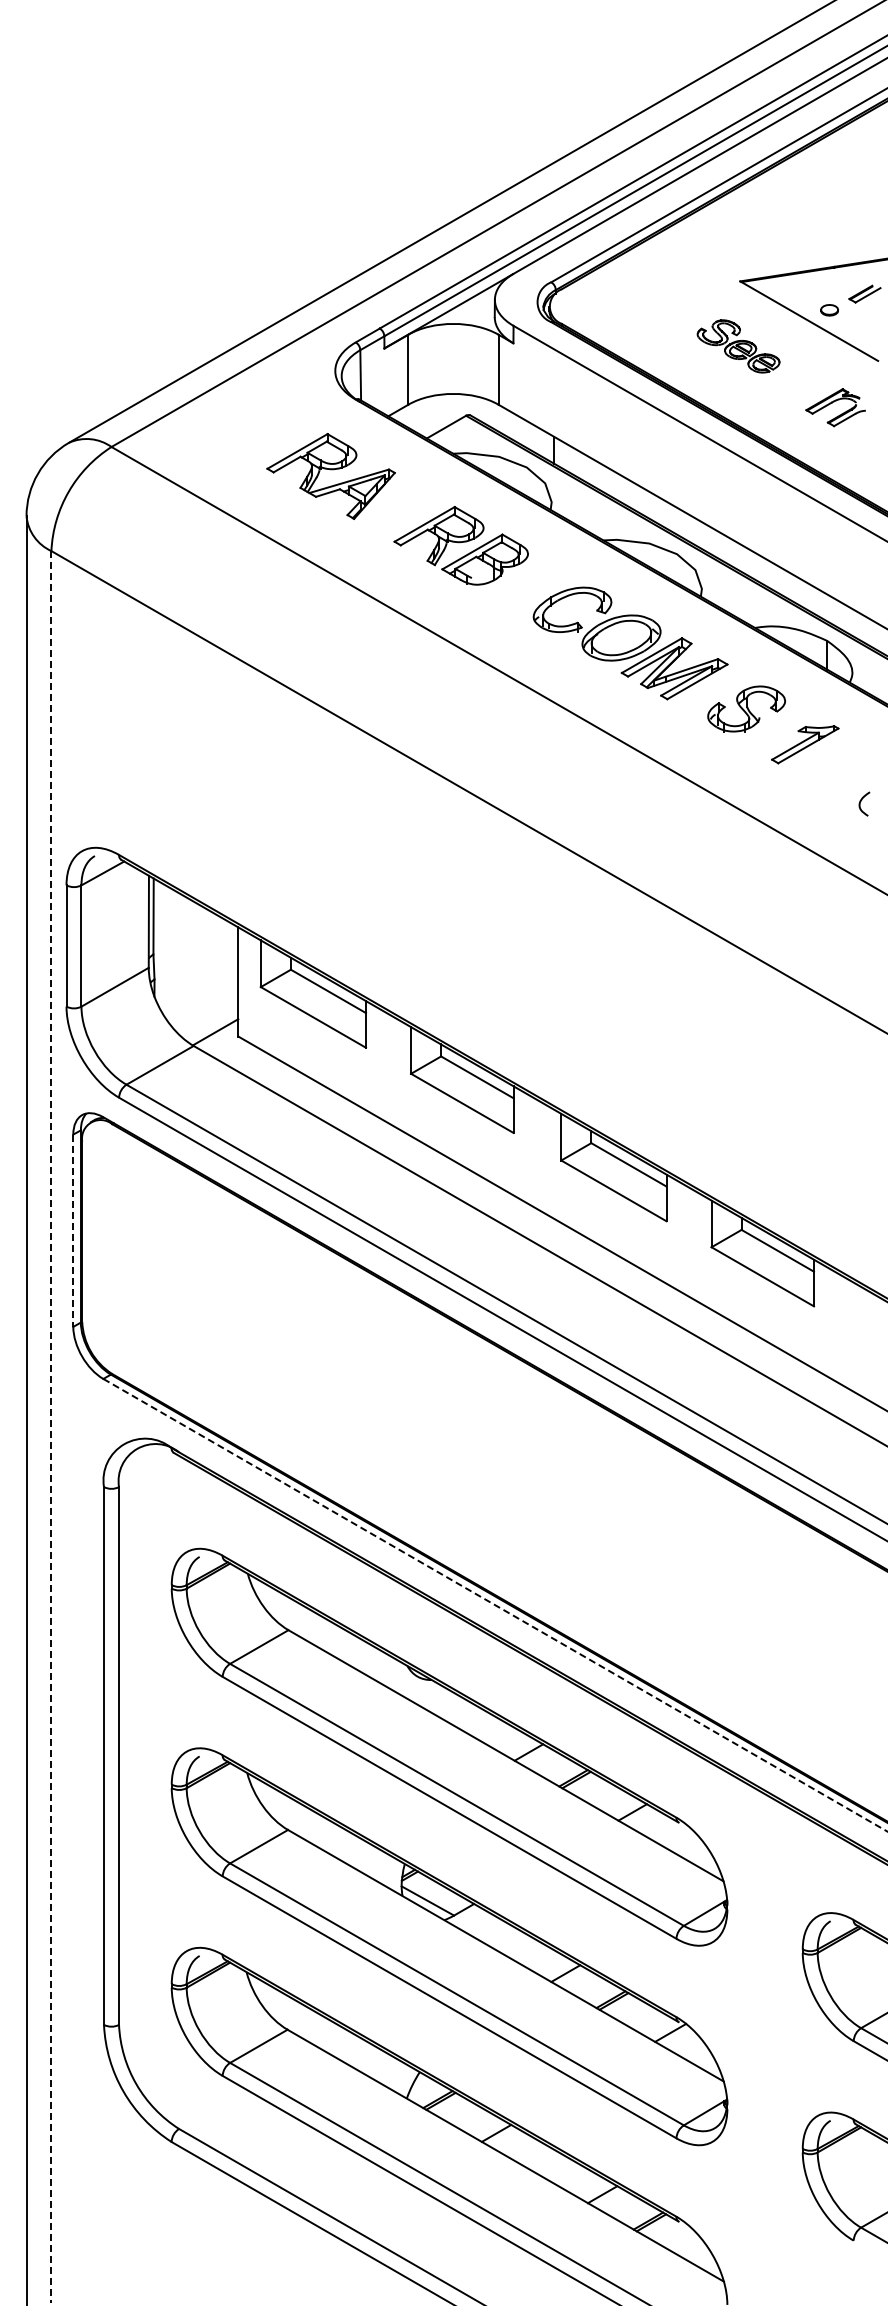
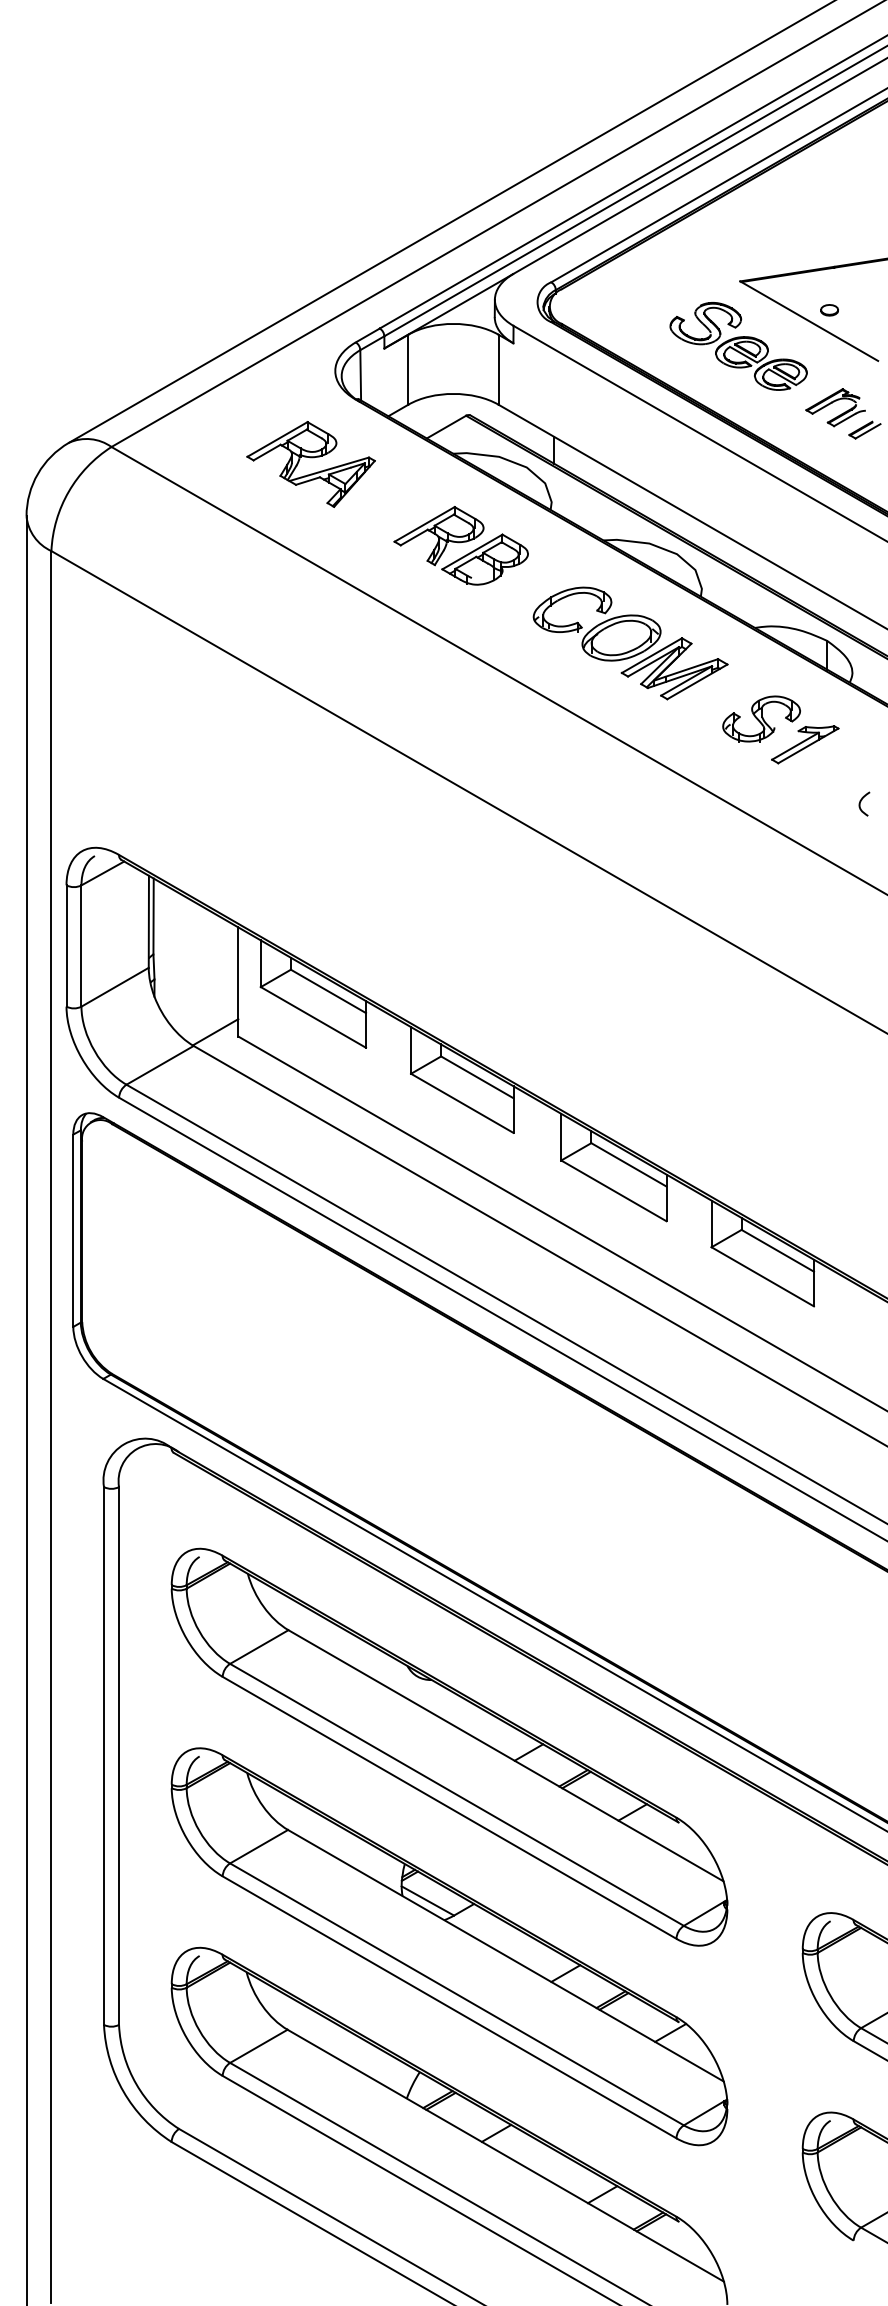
part at (864, 293) position: (864, 293) -> (864, 429)
part at (738, 346) size: 85x55 px -> 139x89 px
part at (330, 476) position: (330, 476) -> (310, 464)
part at (746, 708) position: (746, 708) -> (761, 718)
line at (73, 1231): dashed -> solid
line at (51, 1427): dashed -> solid
line at (495, 1605): dashed -> solid
